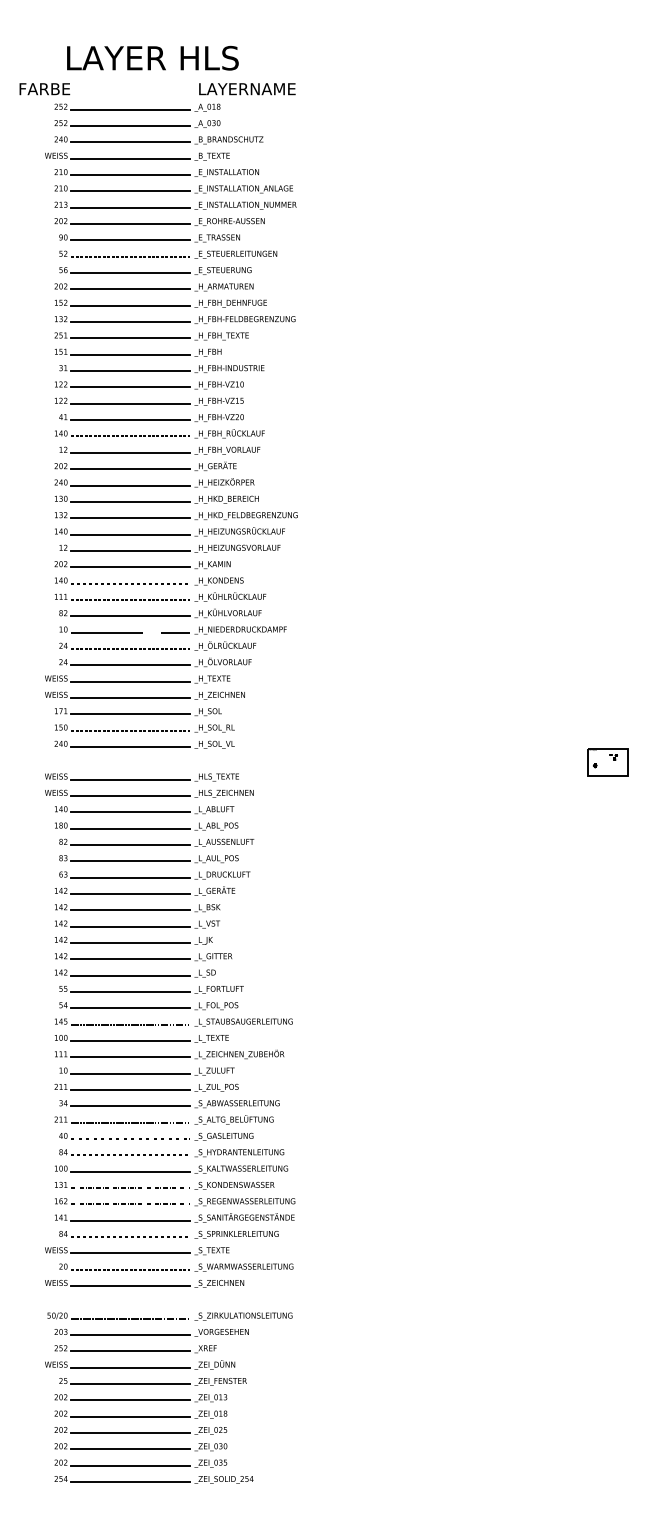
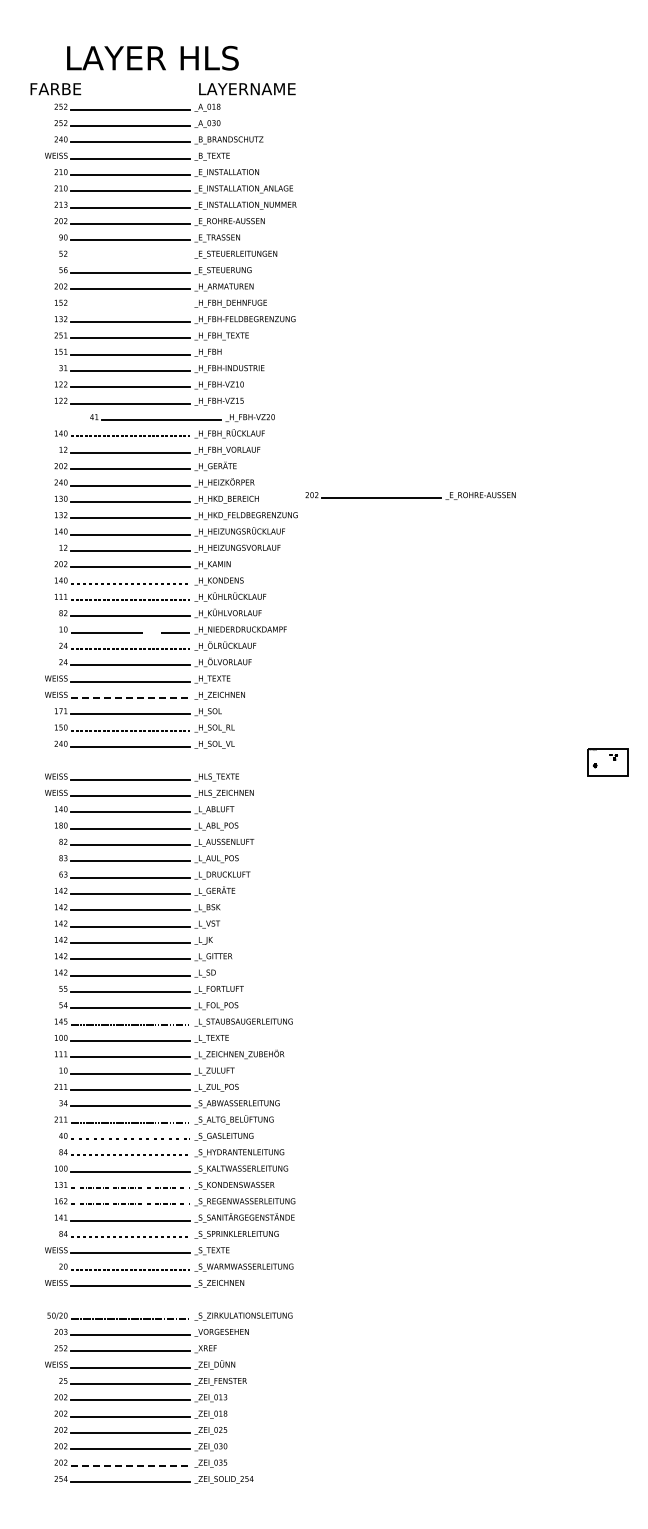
text at (44, 89) position: (44, 89) -> (55, 89)
line at (130, 256): present -> none
line at (130, 305): present -> none
part at (151, 417) position: (151, 417) -> (182, 417)
part at (410, 495): none -> present
line at (131, 697): solid -> dashed
line at (131, 1465): solid -> dashed
